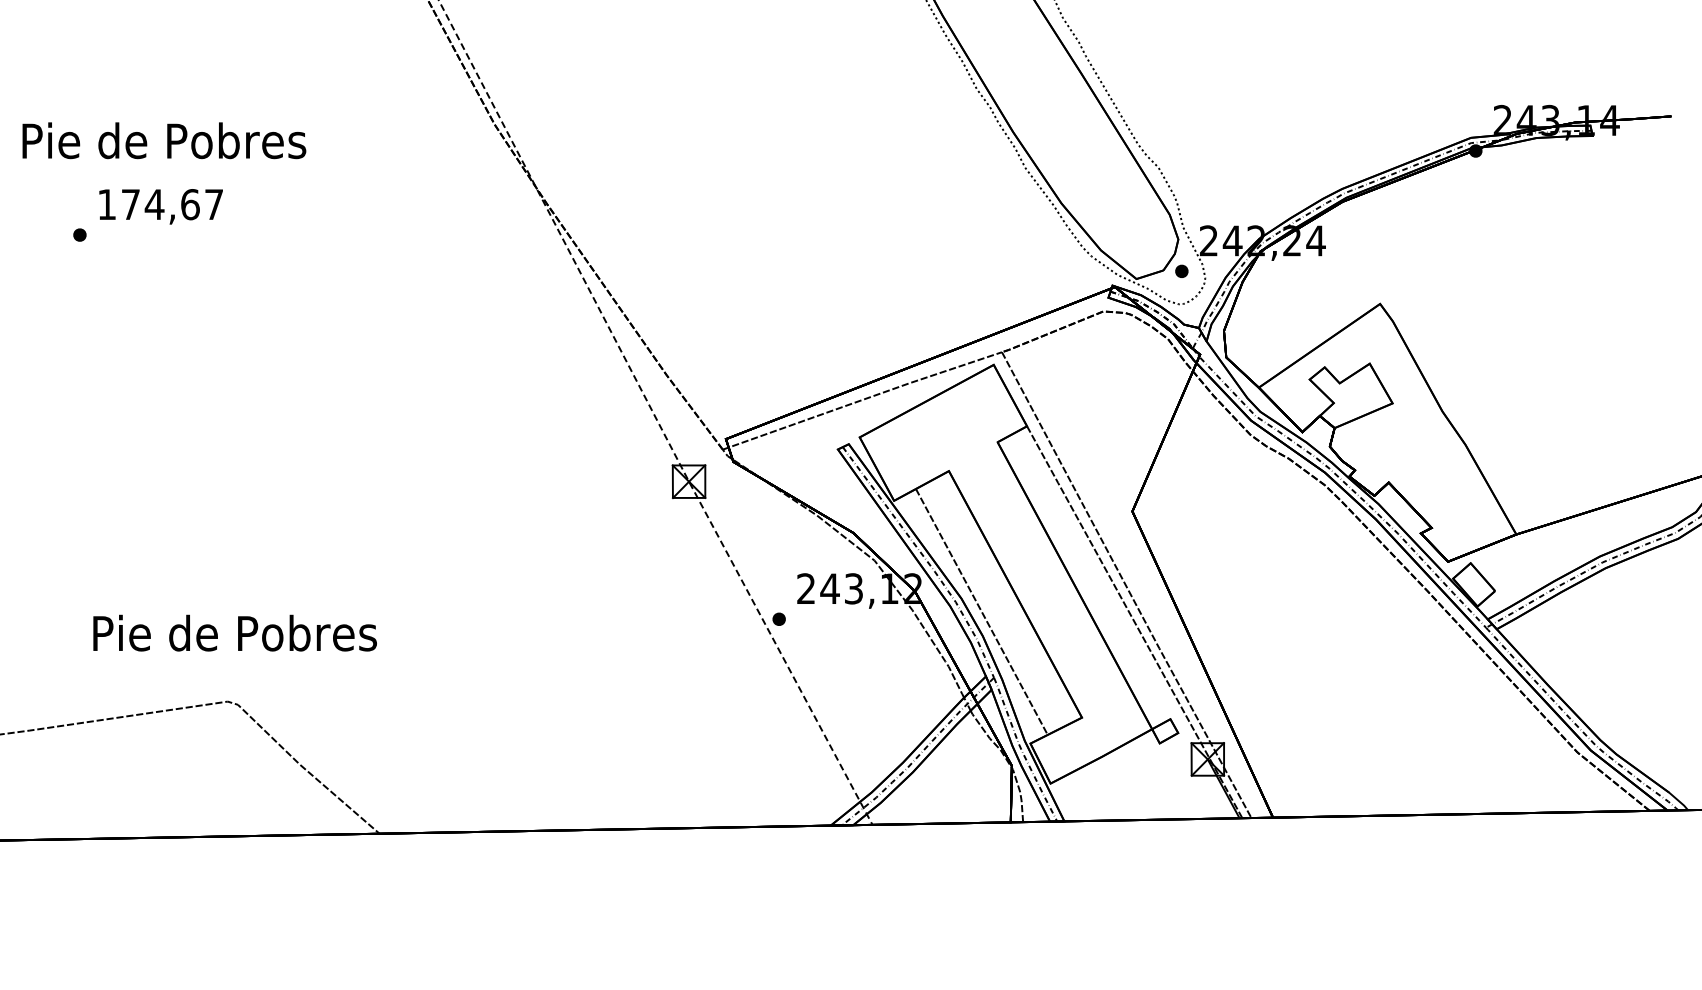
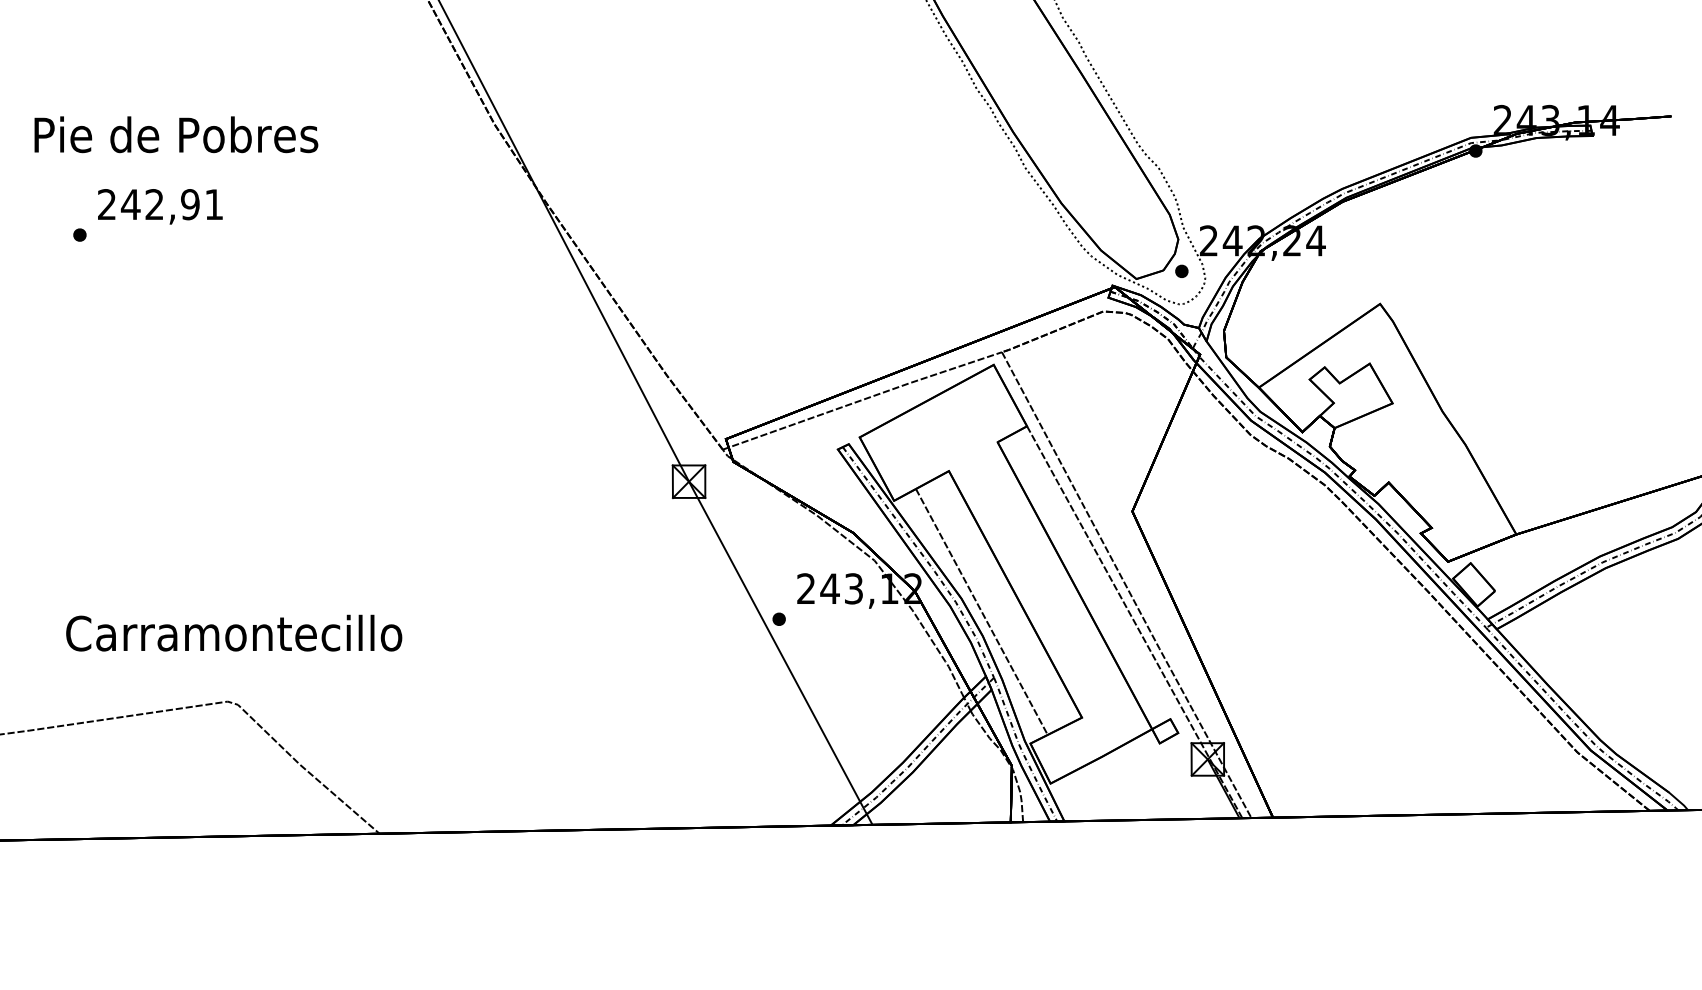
text at (164, 140) position: (164, 140) -> (176, 134)
text at (160, 204): 174,67 -> 242,91
line at (654, 414): dashed -> solid
text at (234, 632): Pie de Pobres -> Carramontecillo
